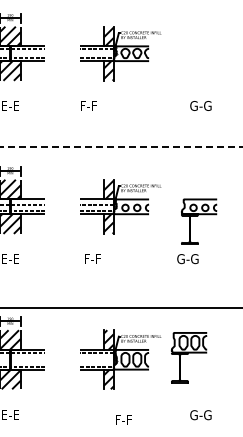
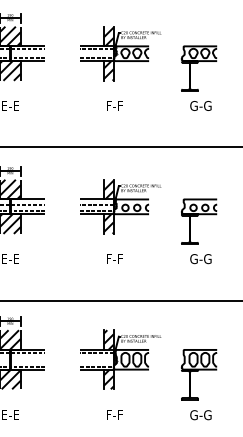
part at (198, 68): none -> present
text at (88, 105) position: (88, 105) -> (114, 105)
line at (121, 147): dashed -> solid
text at (92, 258) position: (92, 258) -> (114, 258)
text at (187, 259) position: (187, 259) -> (200, 259)
line at (120, 307) position: (120, 307) -> (120, 300)
part at (189, 357) position: (189, 357) -> (199, 374)
text at (123, 419) position: (123, 419) -> (114, 414)
